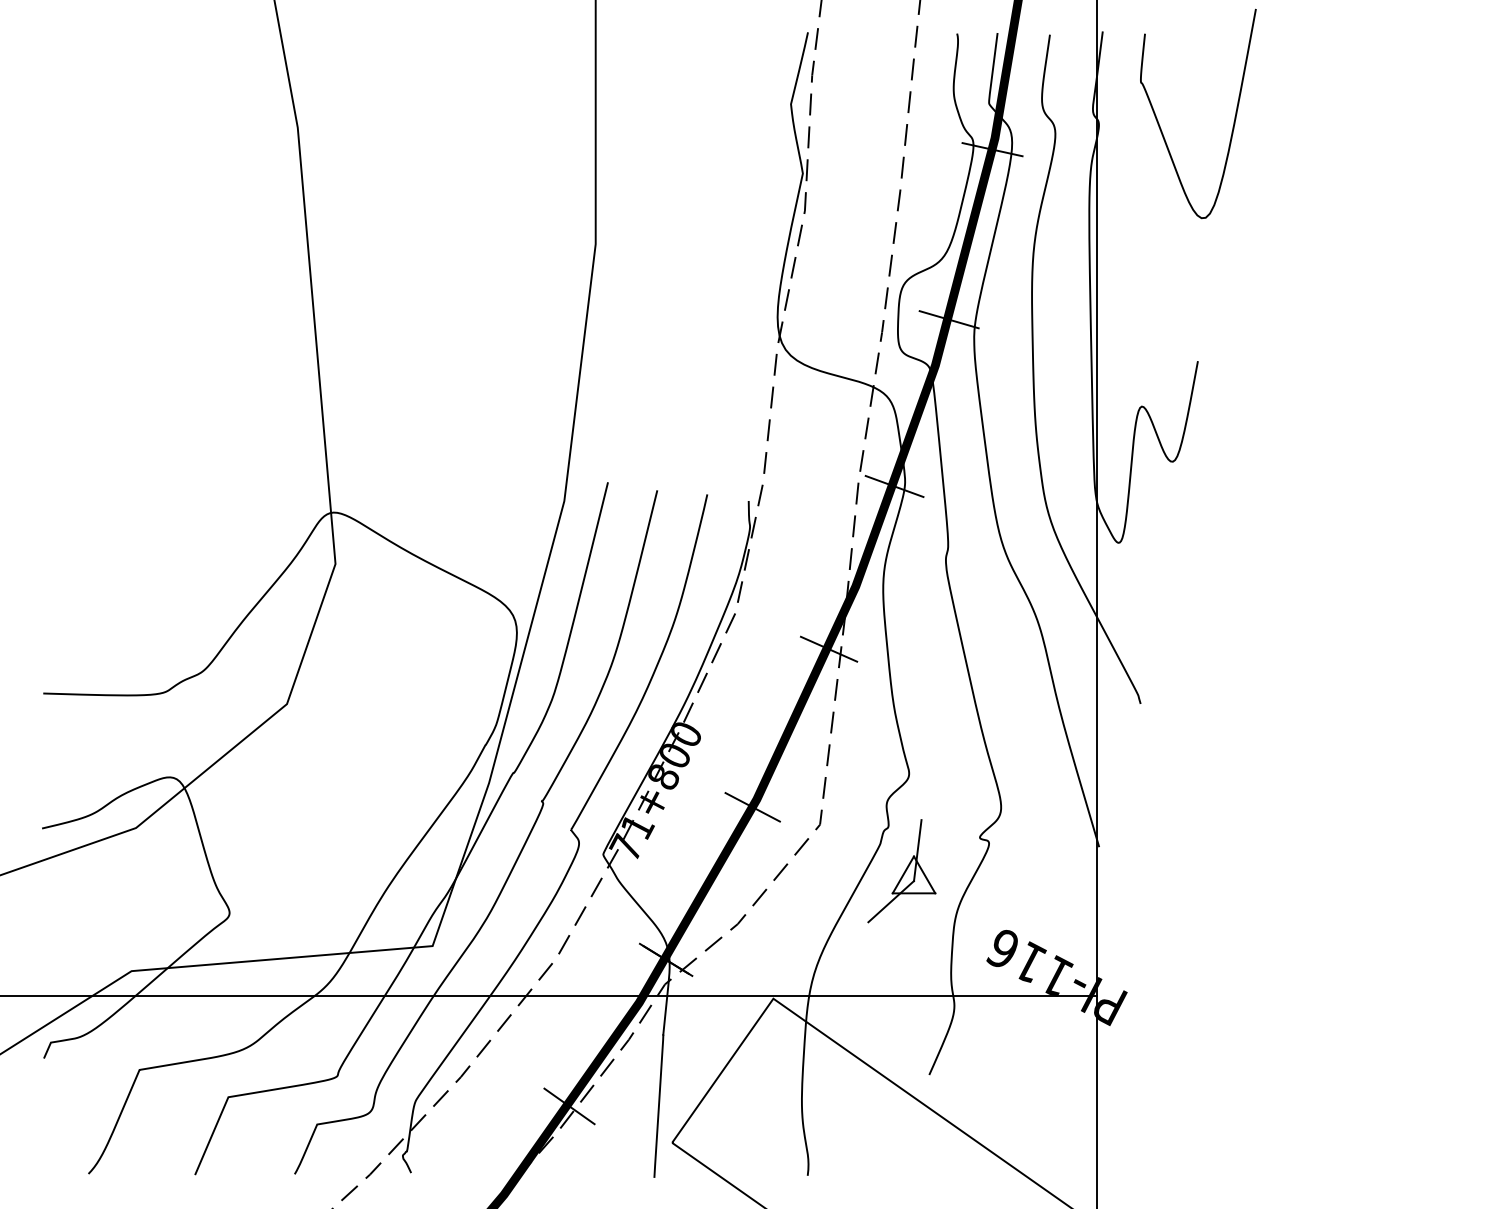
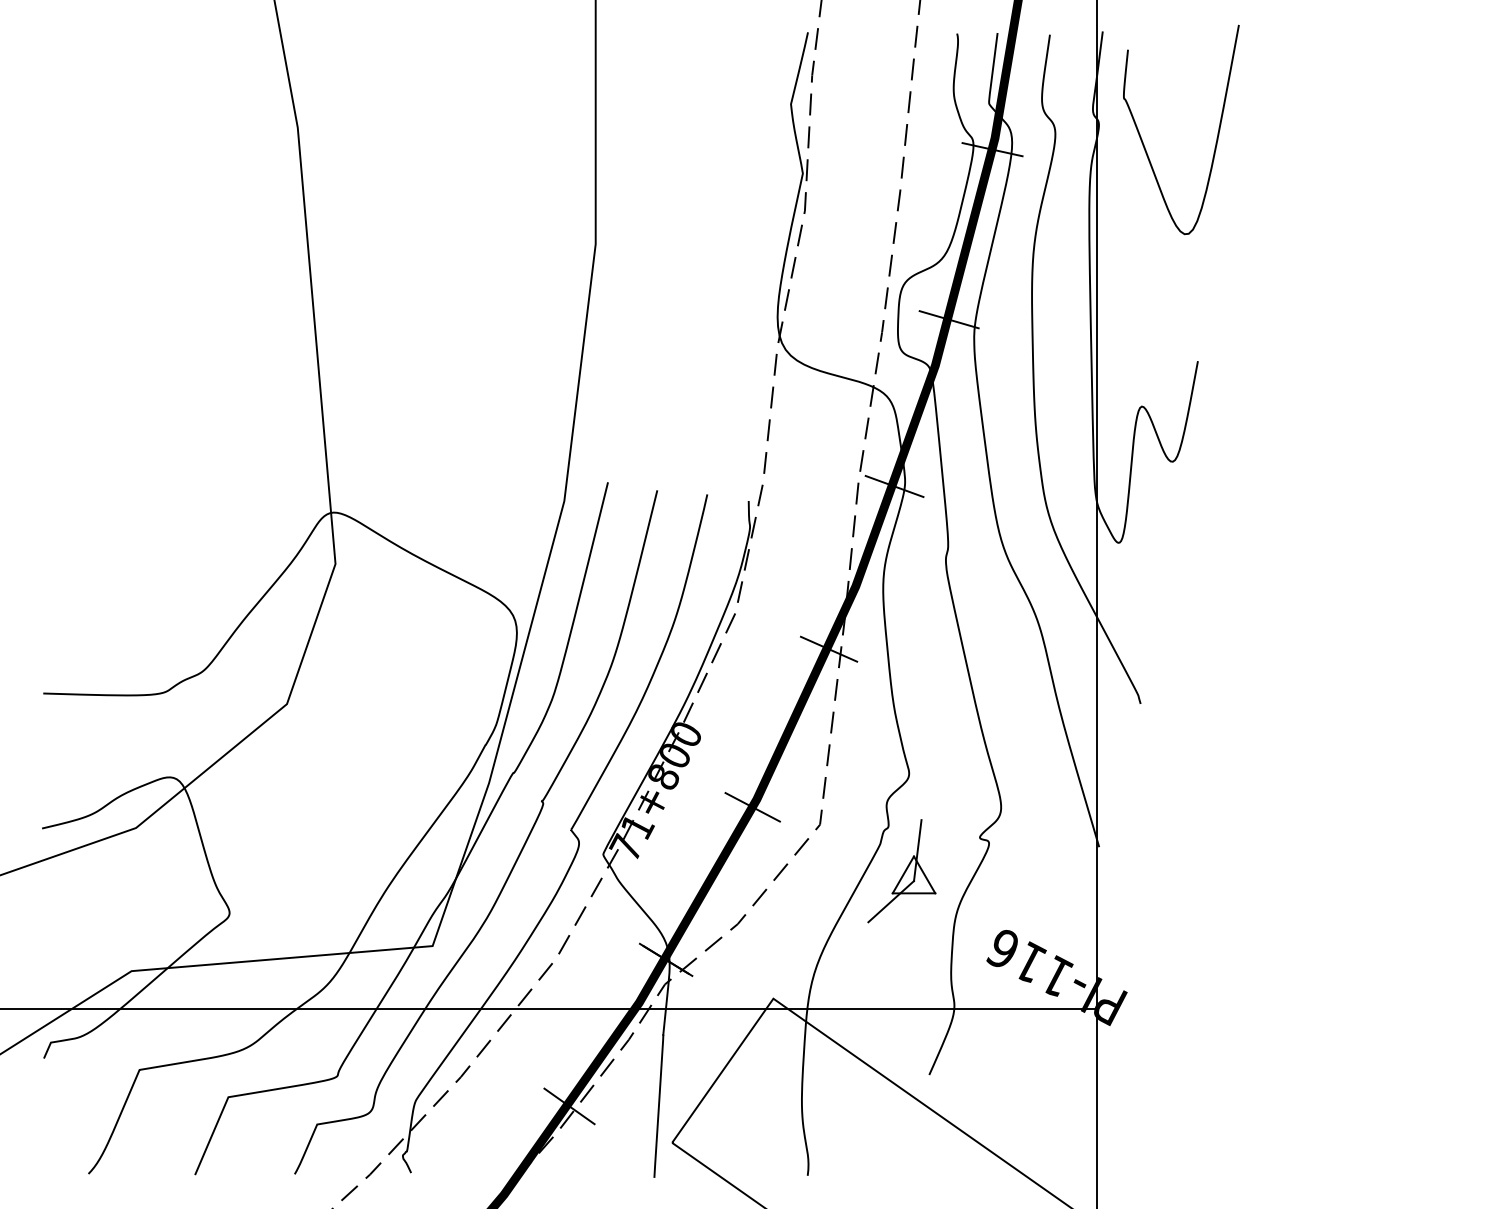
curve at (1233, 121) position: (1233, 121) -> (1216, 137)
line at (549, 995) position: (549, 995) -> (549, 1008)
